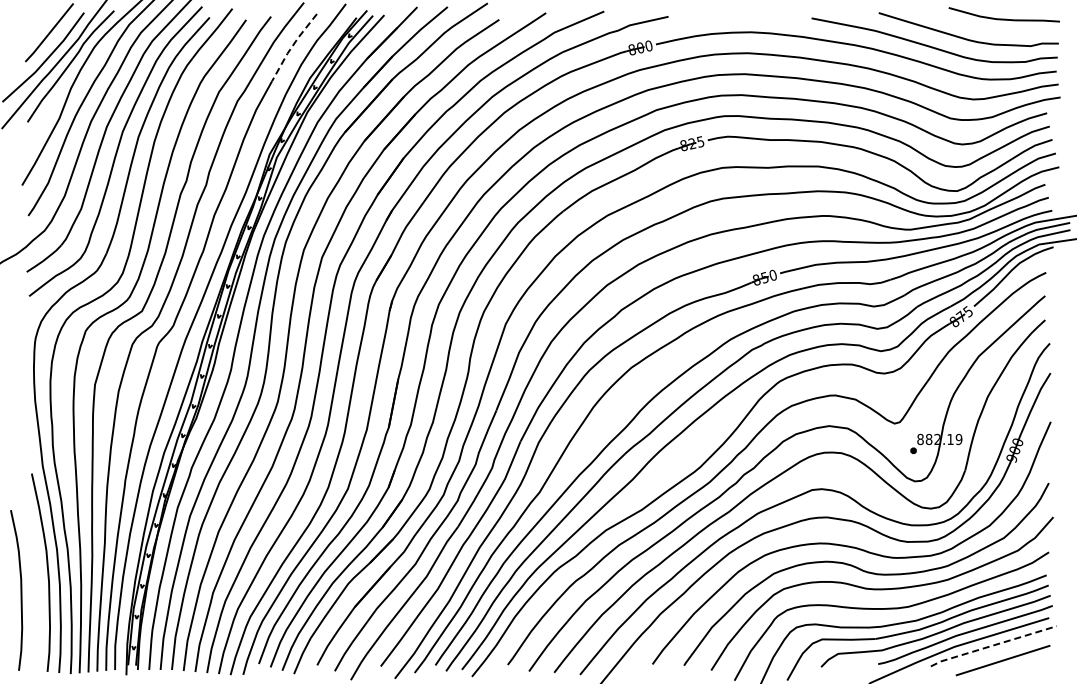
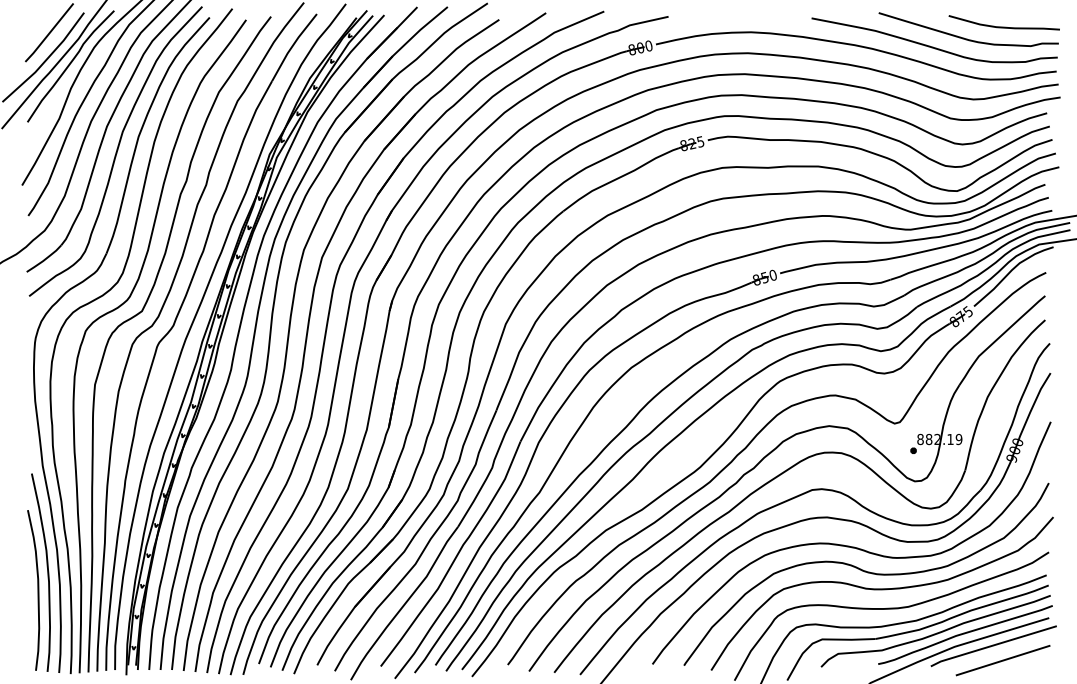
curve at (1003, 18) position: (1003, 18) -> (1003, 26)
line at (292, 46): dashed -> solid
curve at (20, 590) position: (20, 590) -> (37, 590)
line at (993, 645): dashed -> solid
